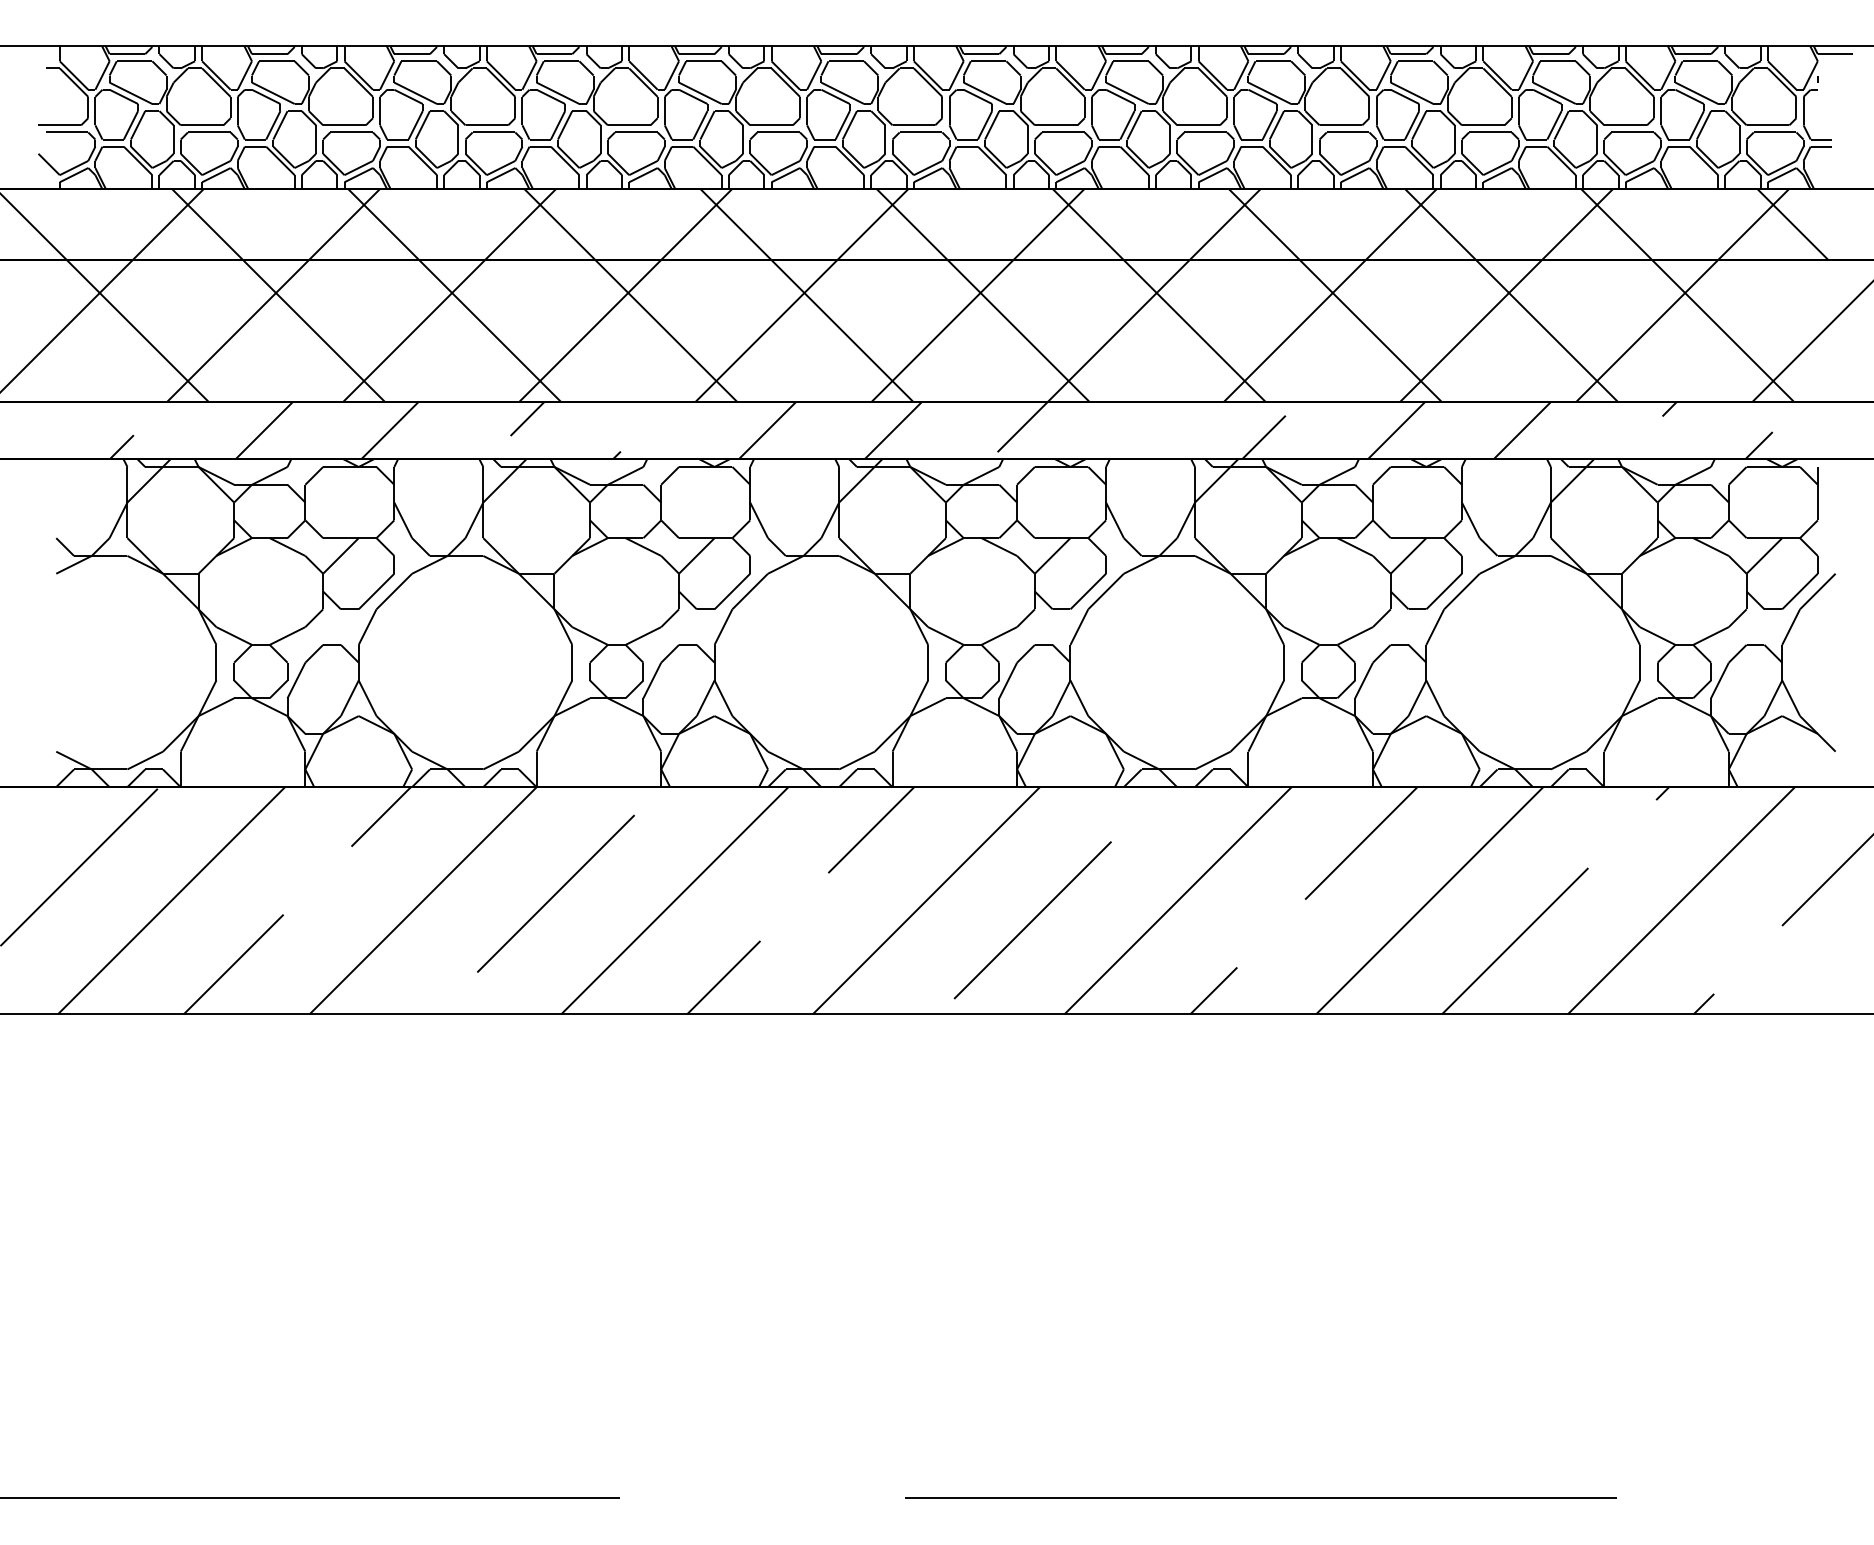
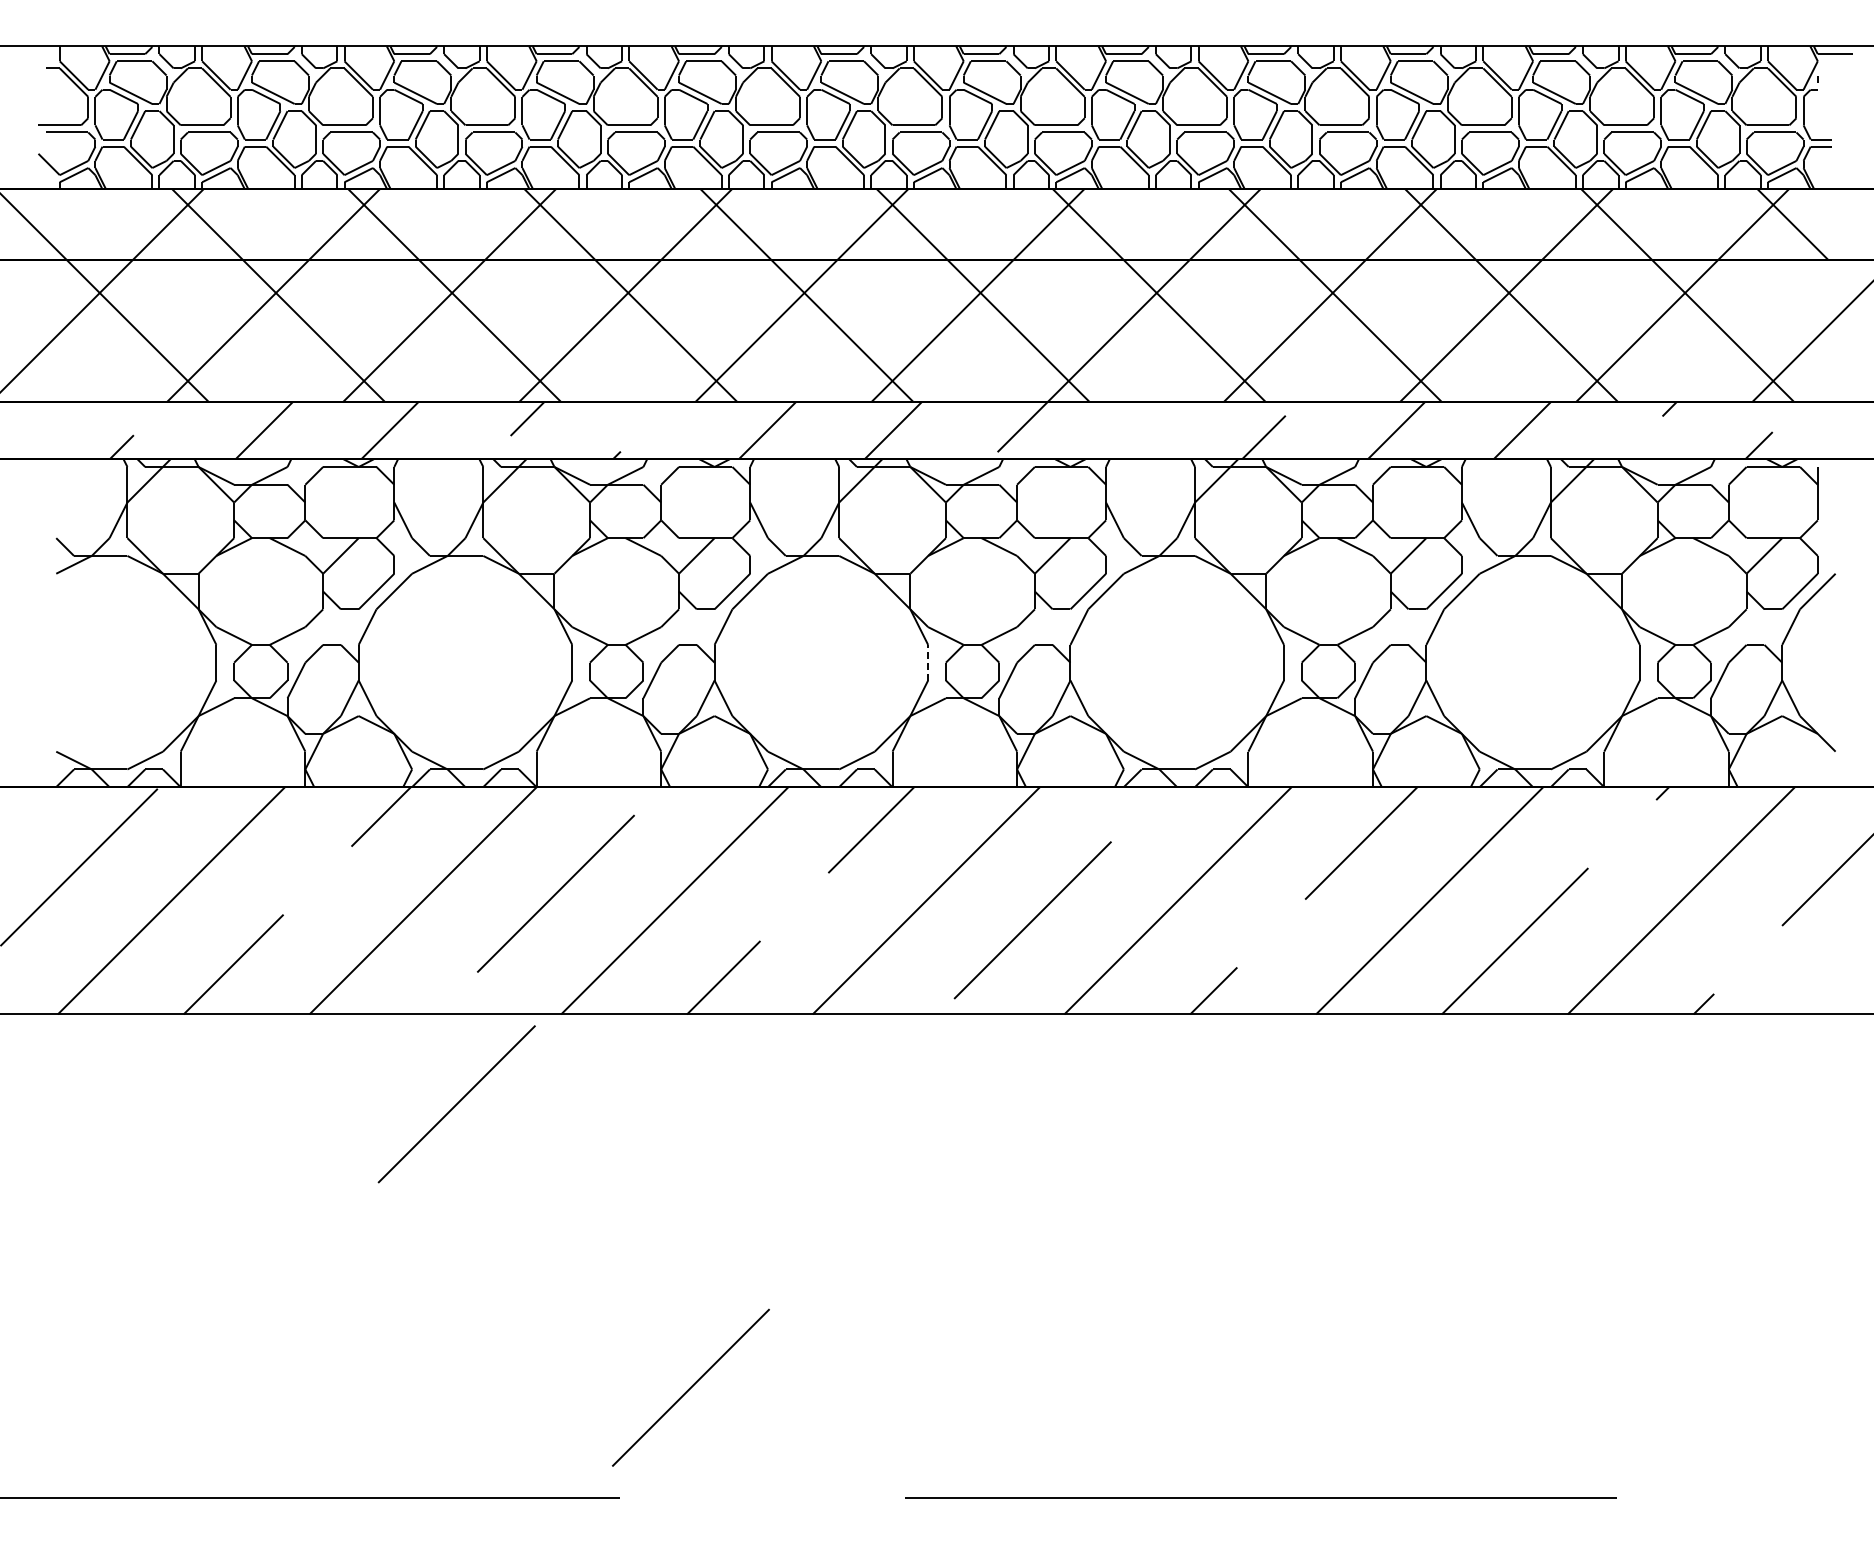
line at (928, 662): solid -> dashed
line at (456, 1104): none -> present
line at (690, 1387): none -> present
